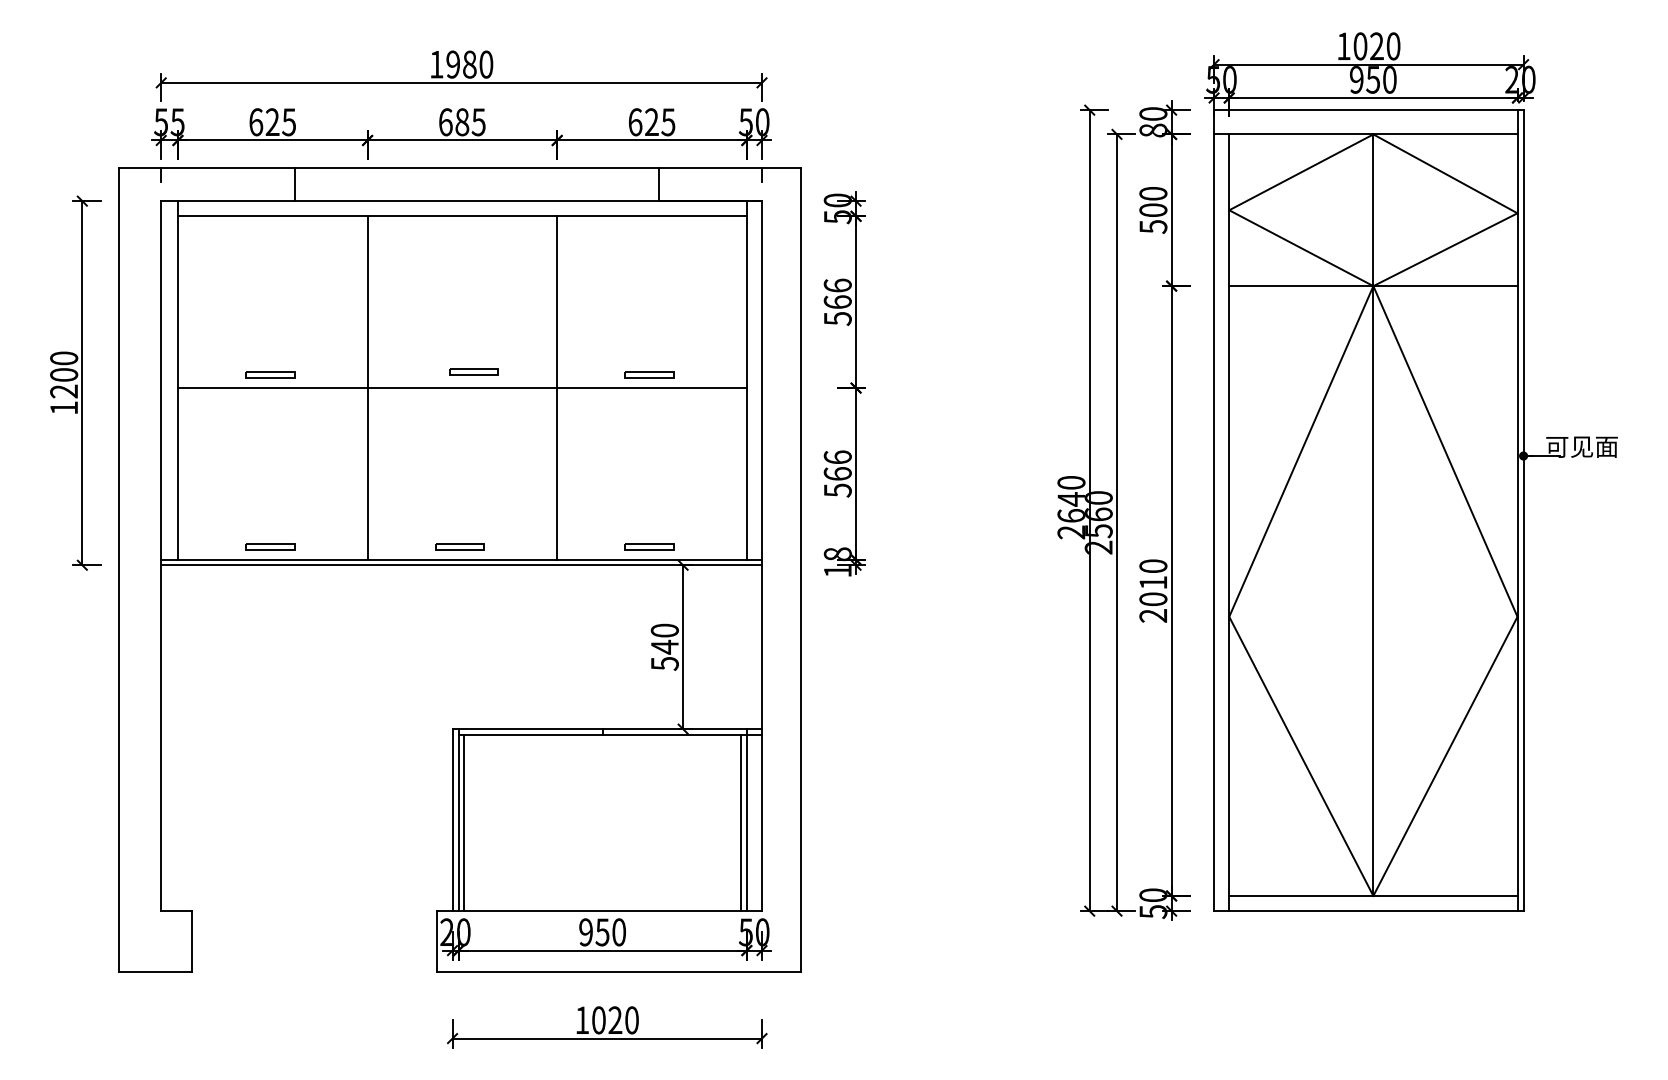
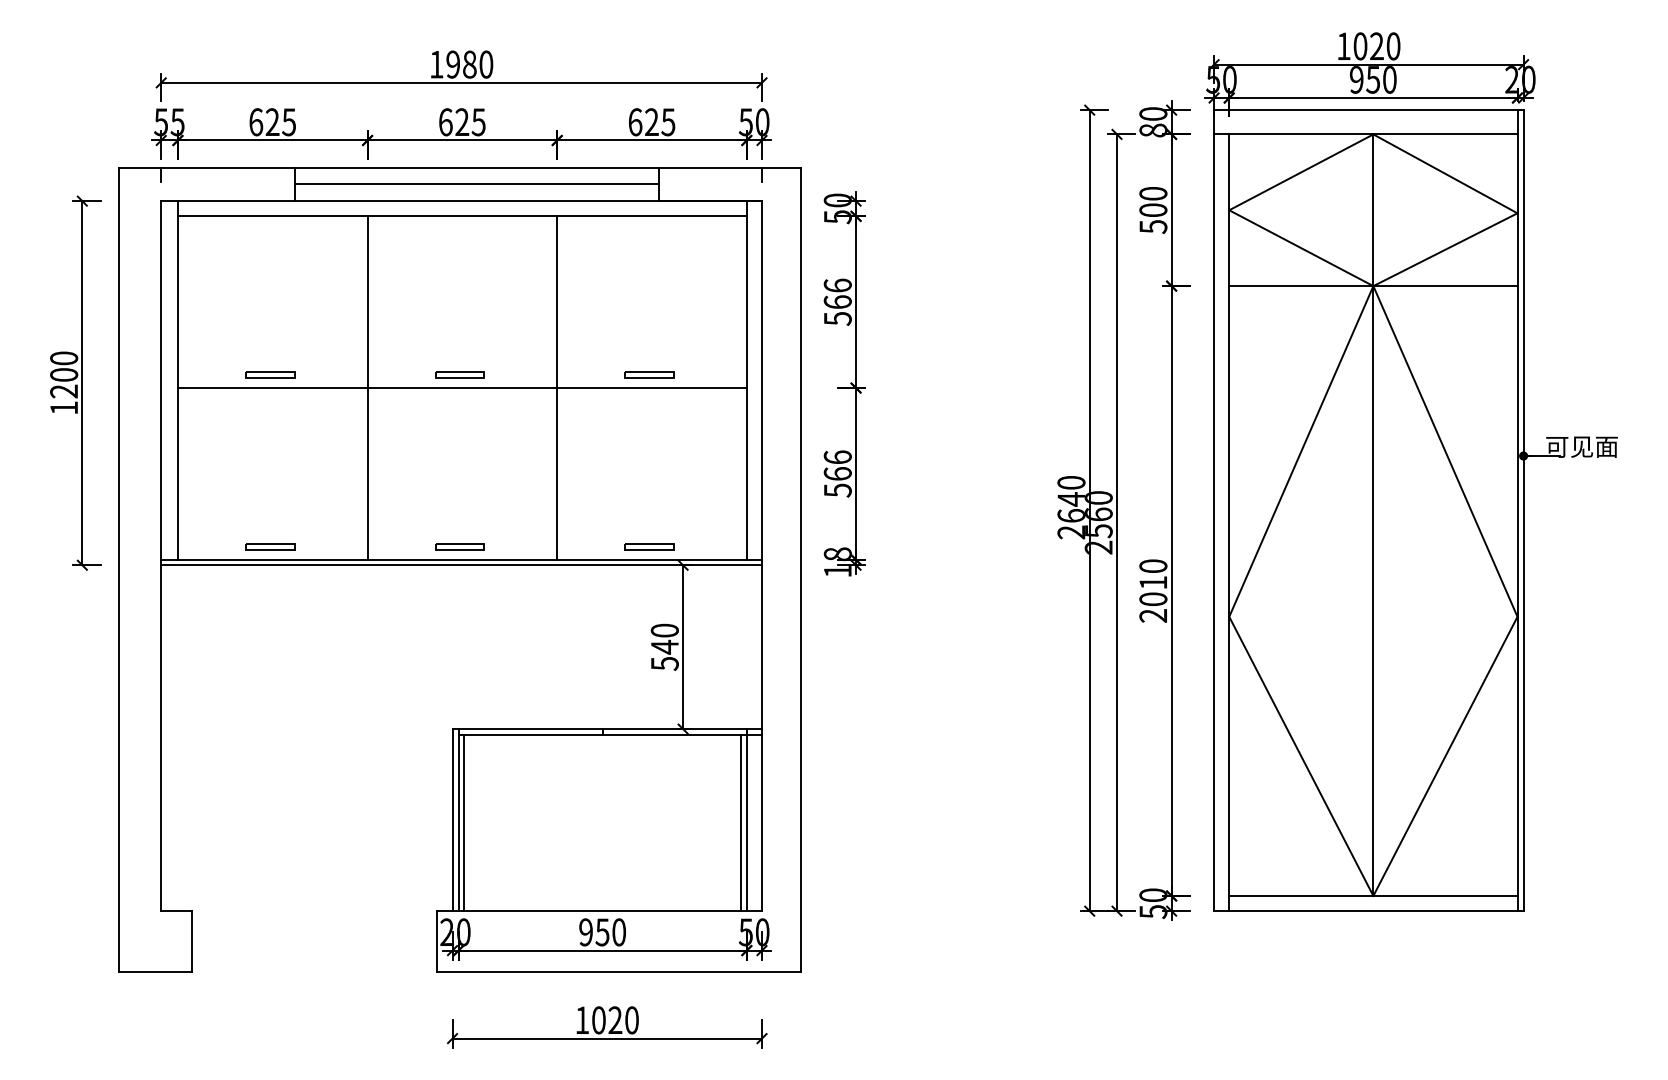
text at (462, 122): 685 -> 625
line at (476, 184): none -> present
part at (473, 371) position: (473, 371) -> (459, 374)
